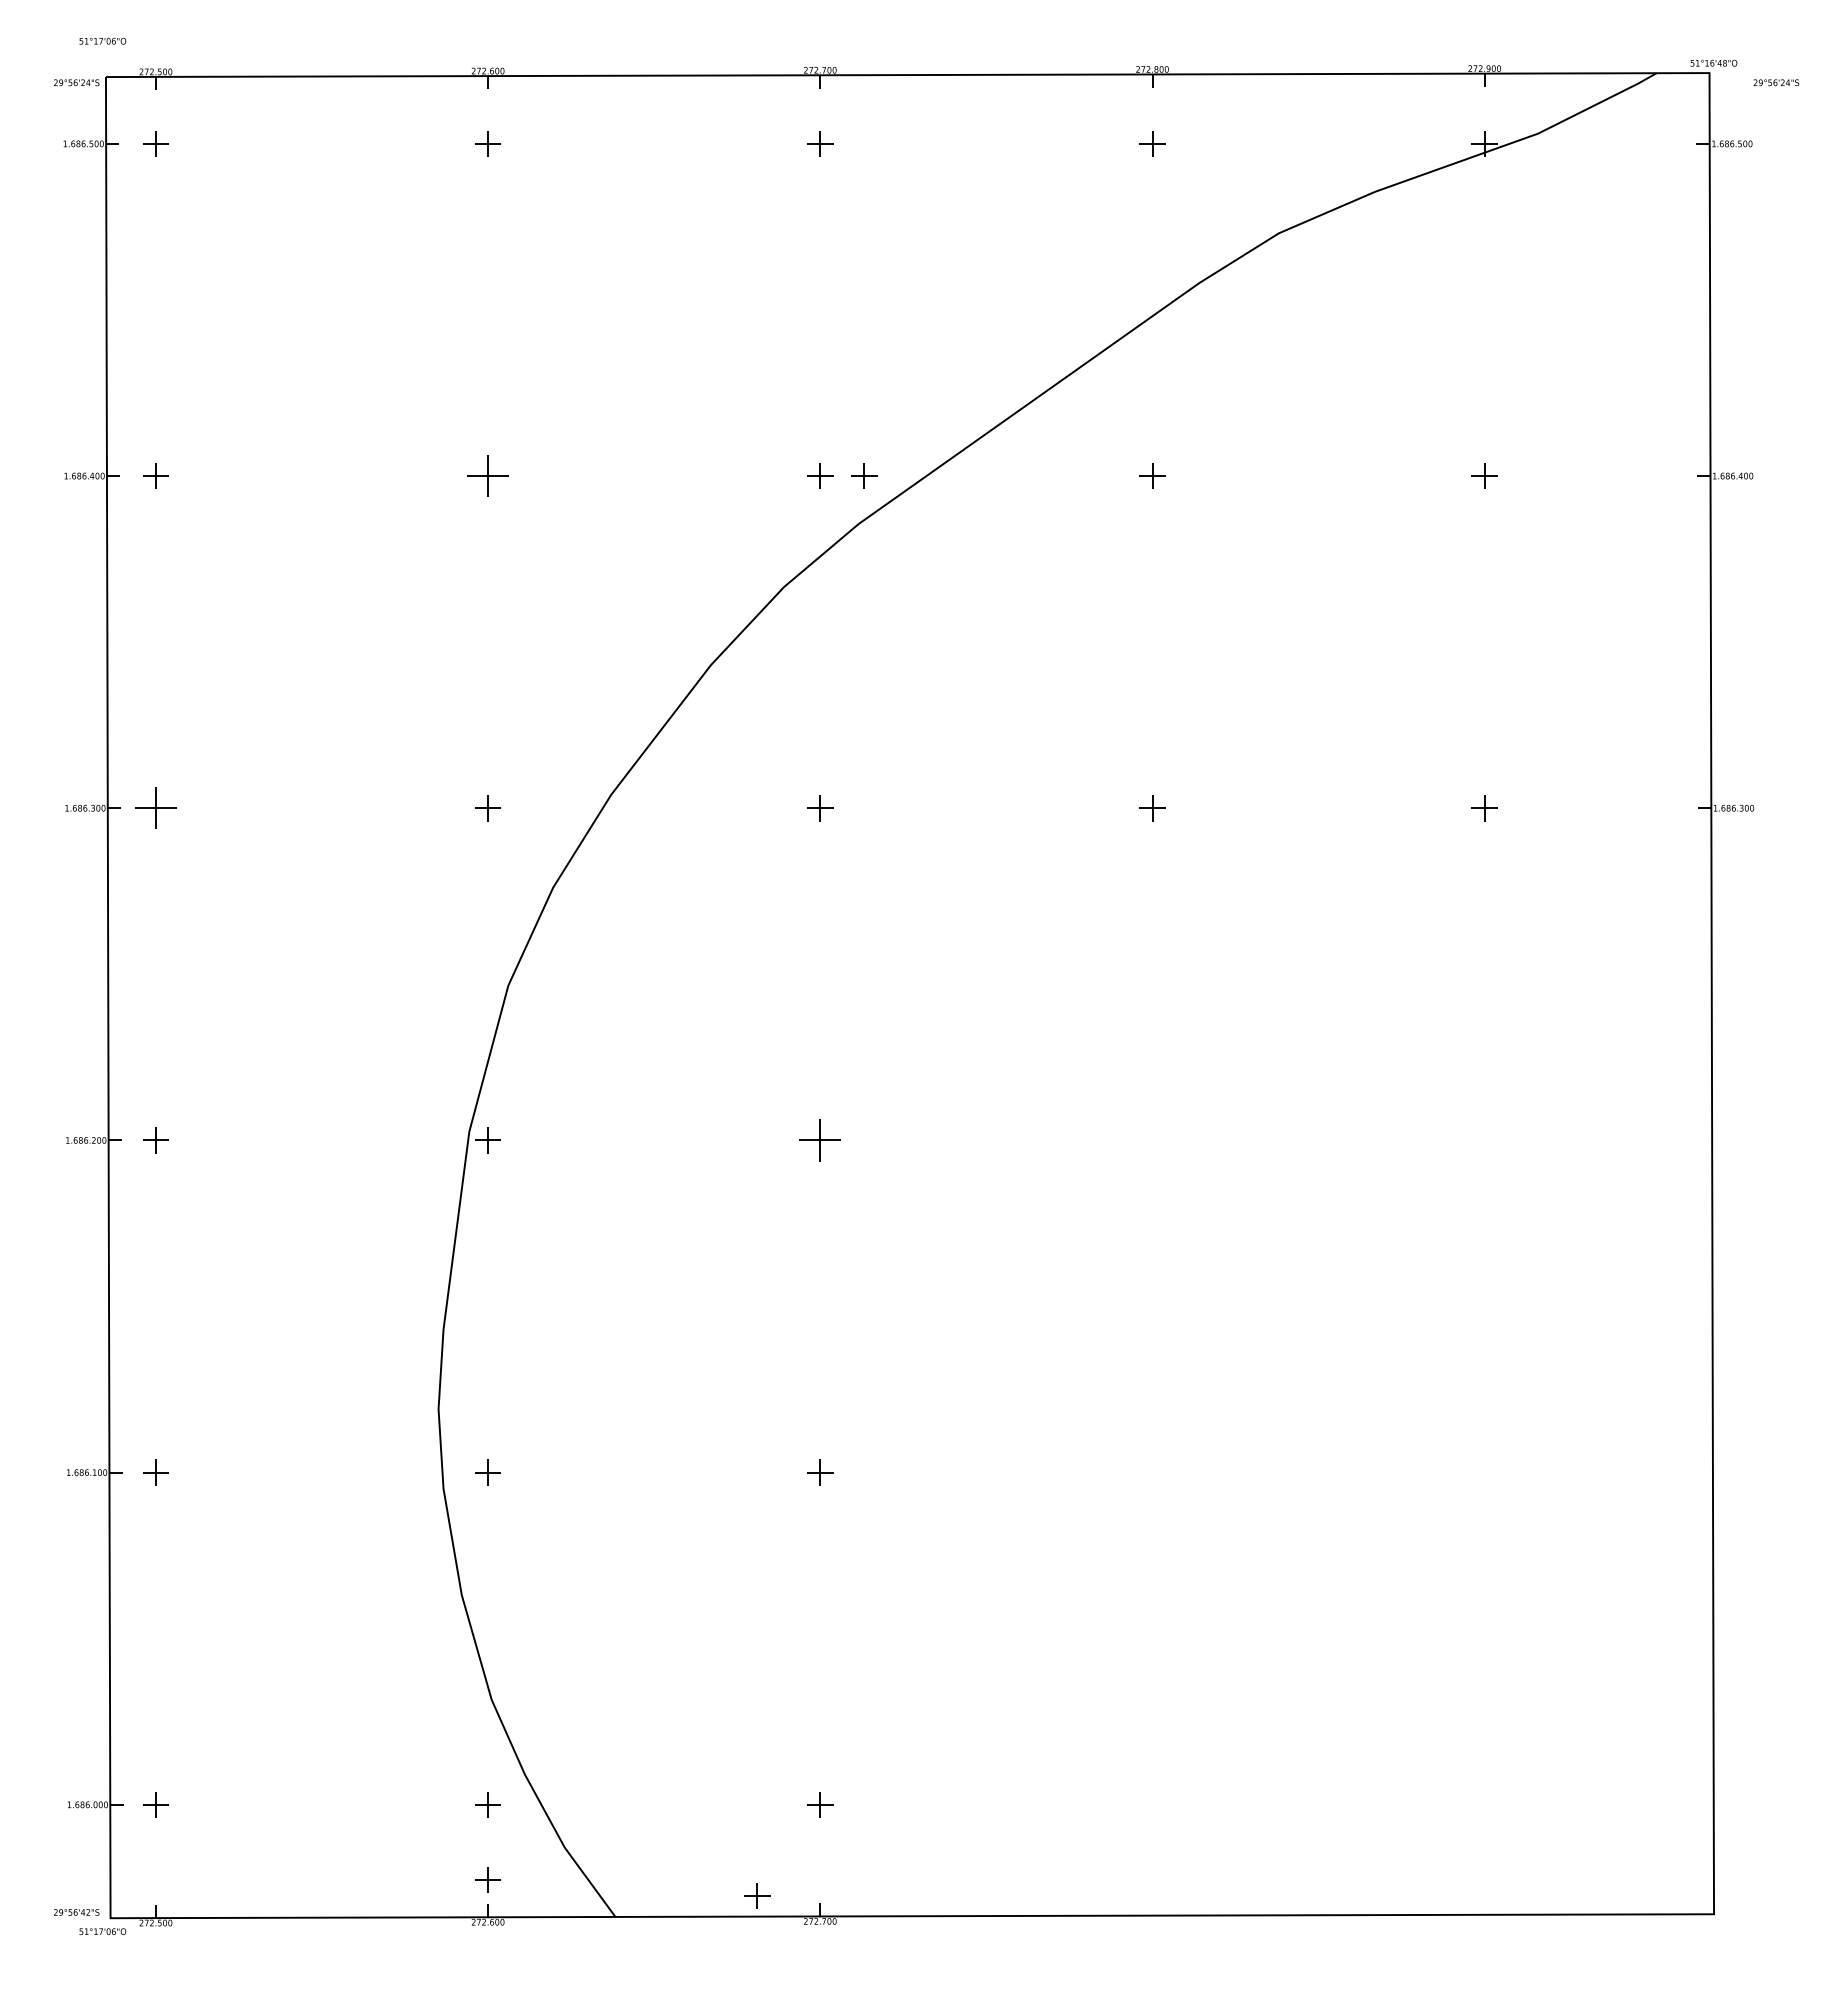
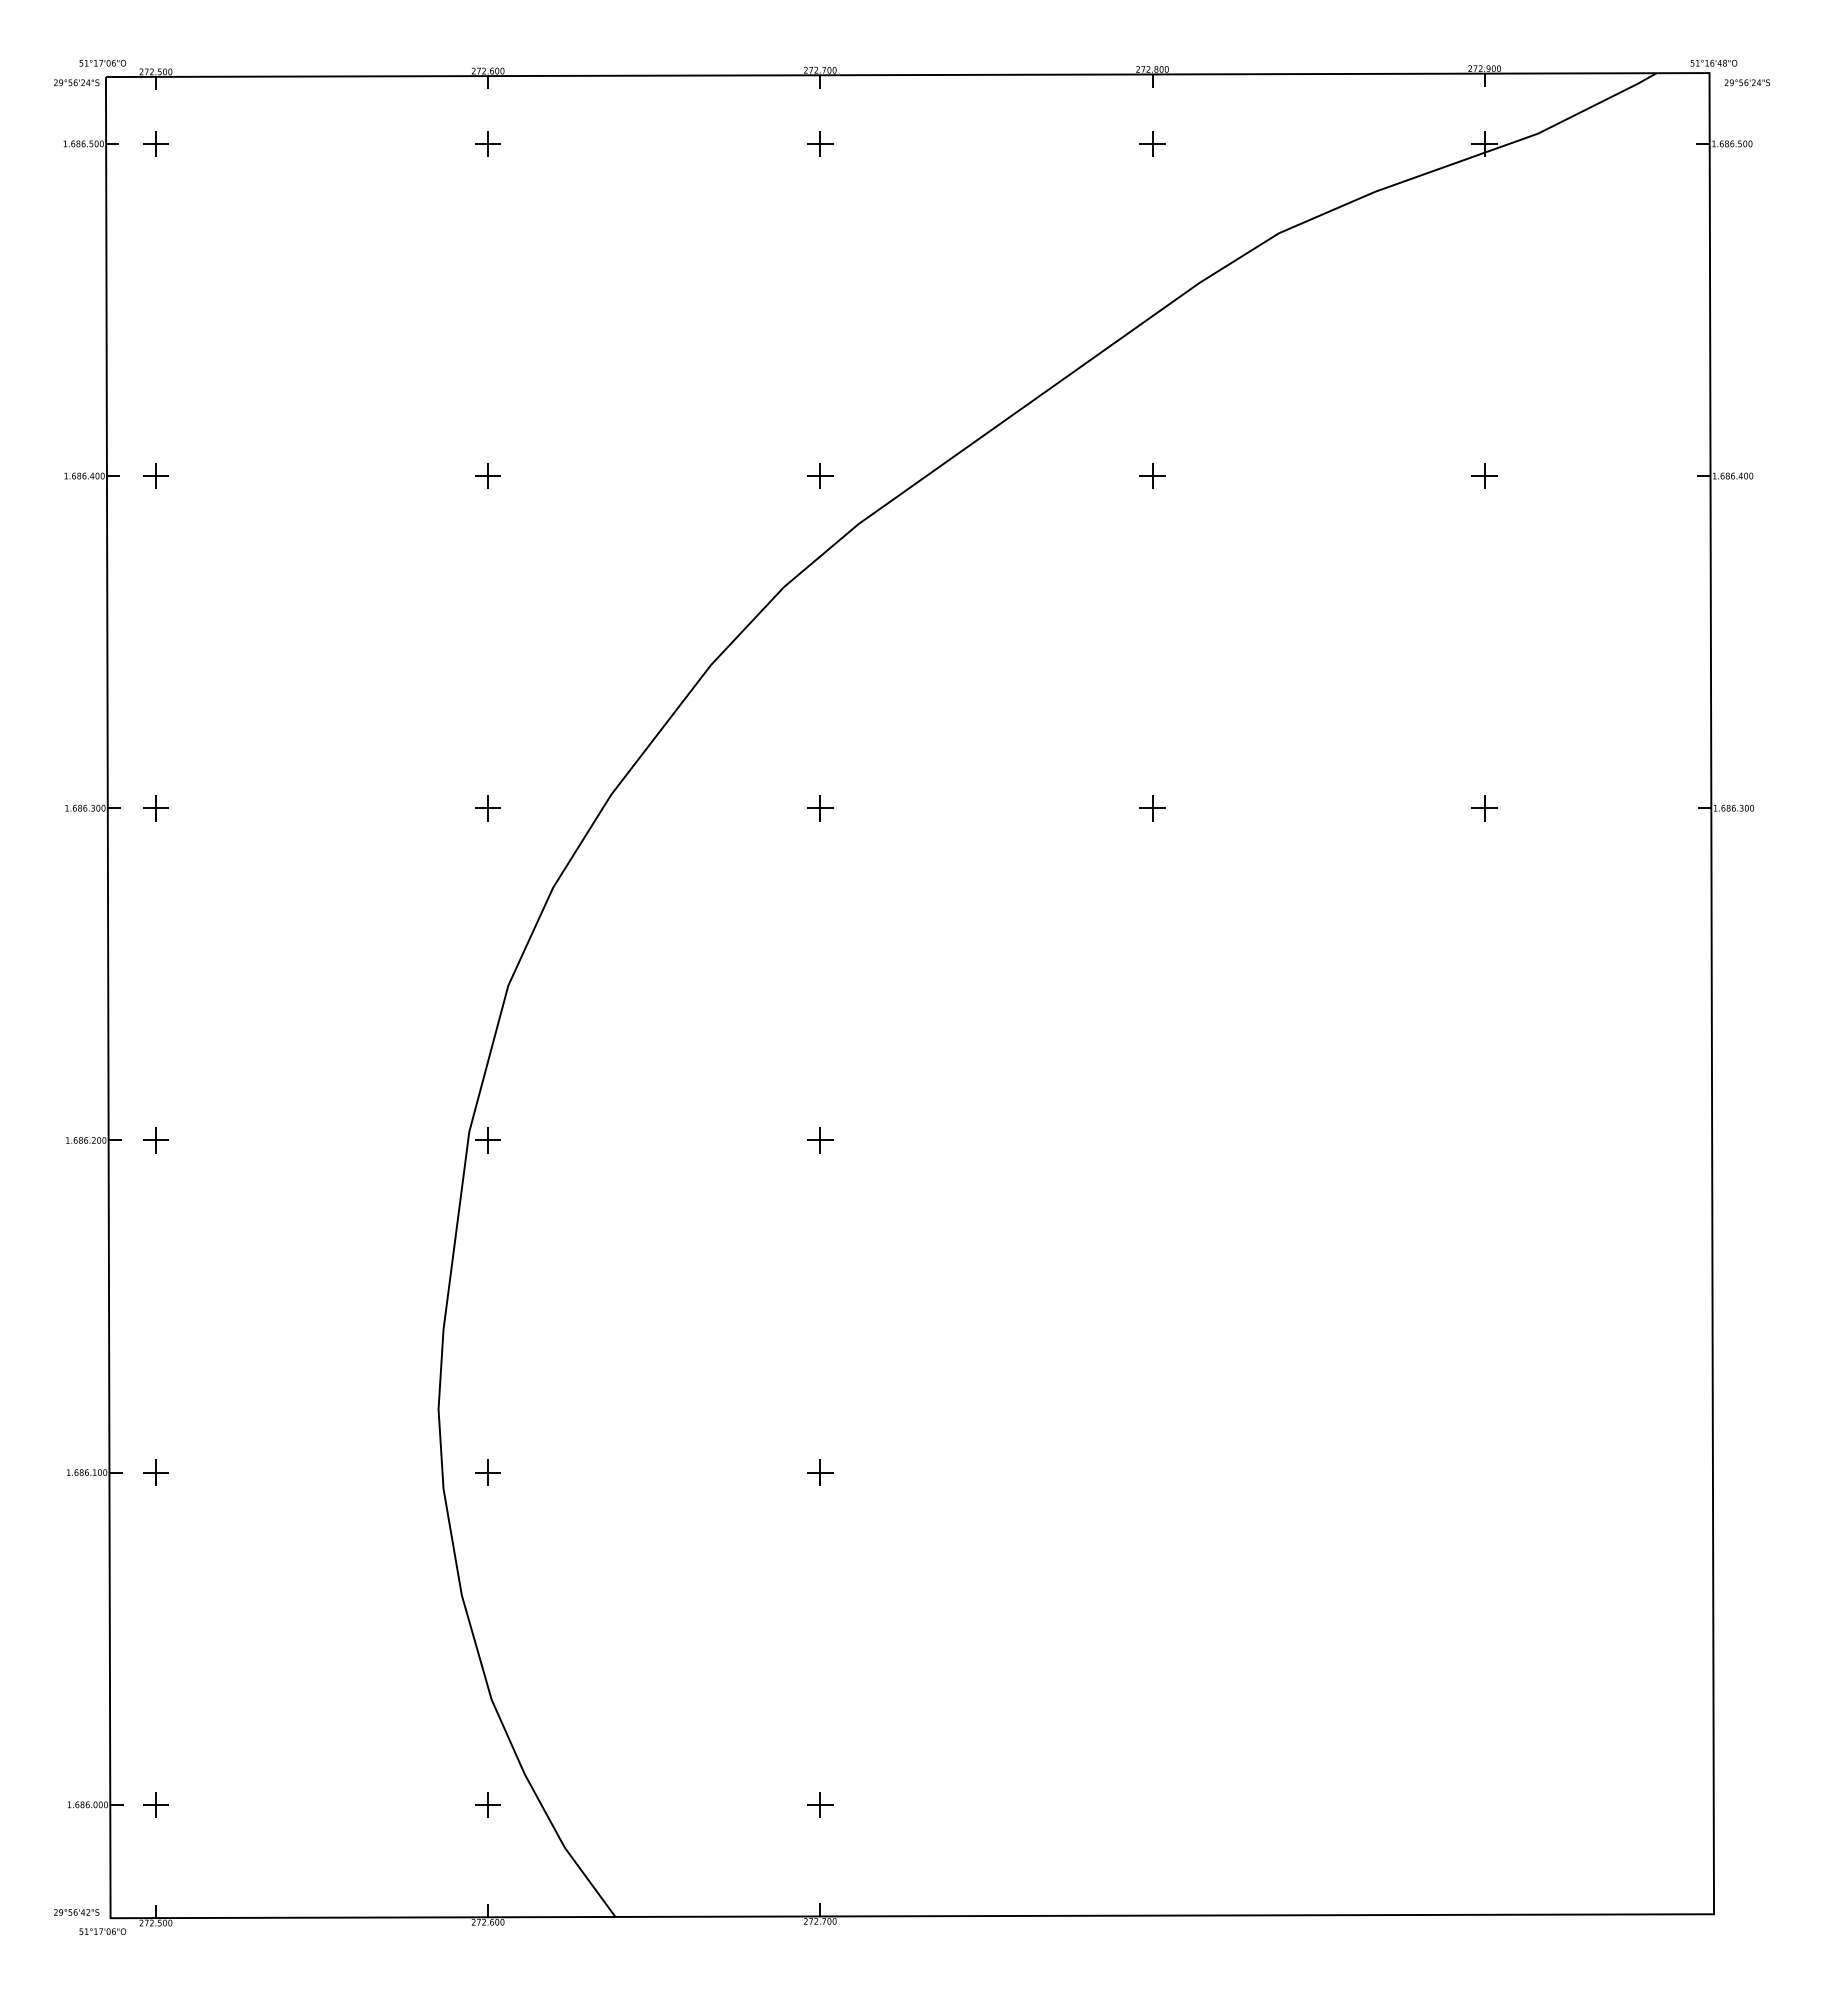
text at (102, 40) position: (102, 40) -> (102, 62)
text at (1776, 82) position: (1776, 82) -> (1747, 82)
part at (487, 475) size: 42x42 px -> 26x26 px
part at (864, 475): present -> none
part at (155, 807) size: 42x42 px -> 26x27 px
part at (819, 1140) size: 42x43 px -> 27x27 px
part at (487, 1879): present -> none
part at (757, 1895): present -> none
